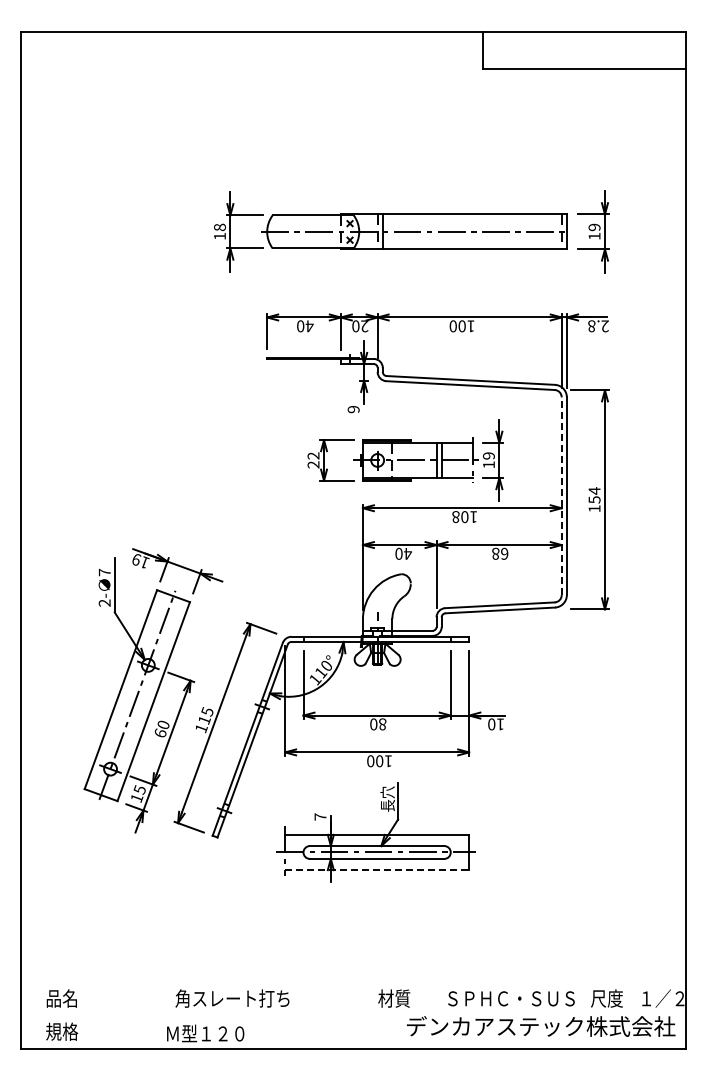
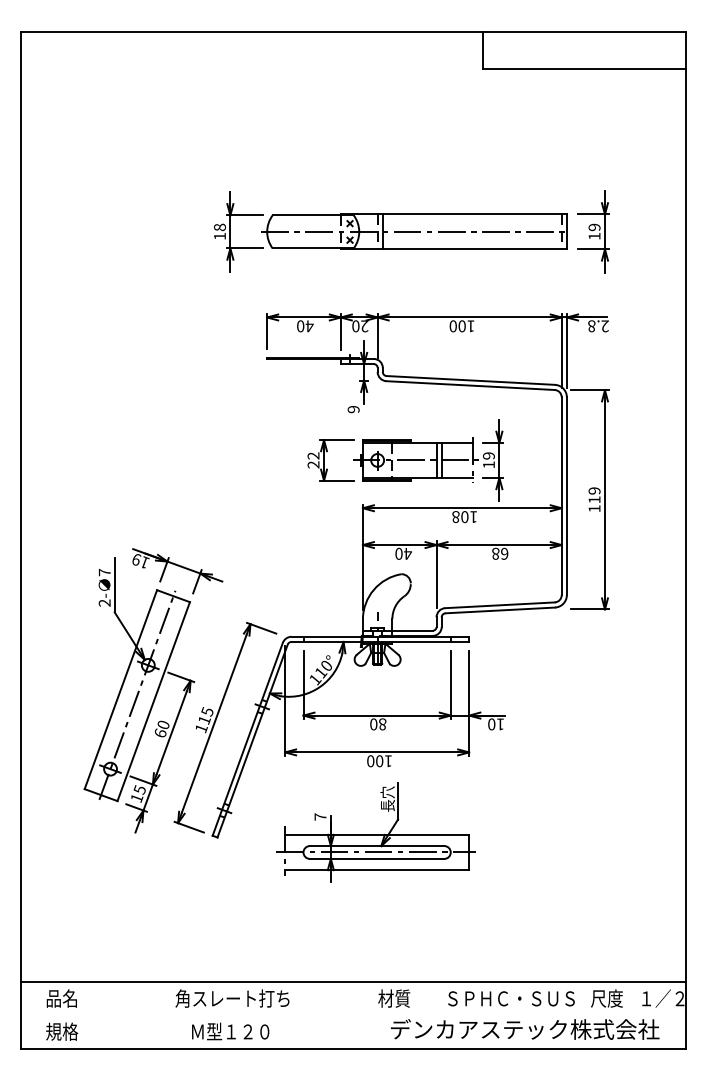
text at (594, 495): 154 -> 119
line at (561, 496): dashed -> solid
line at (377, 869): dashed -> solid
line at (353, 982): none -> present
text at (541, 1026) position: (541, 1026) -> (525, 1029)
text at (205, 1033) position: (205, 1033) -> (230, 1031)
